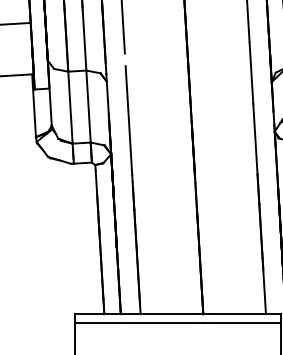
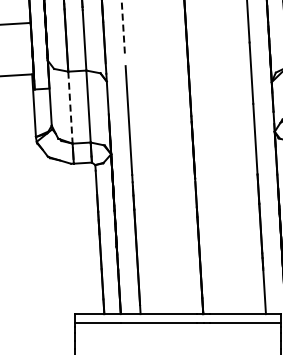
line at (123, 26): solid -> dashed
line at (70, 108): solid -> dashed
